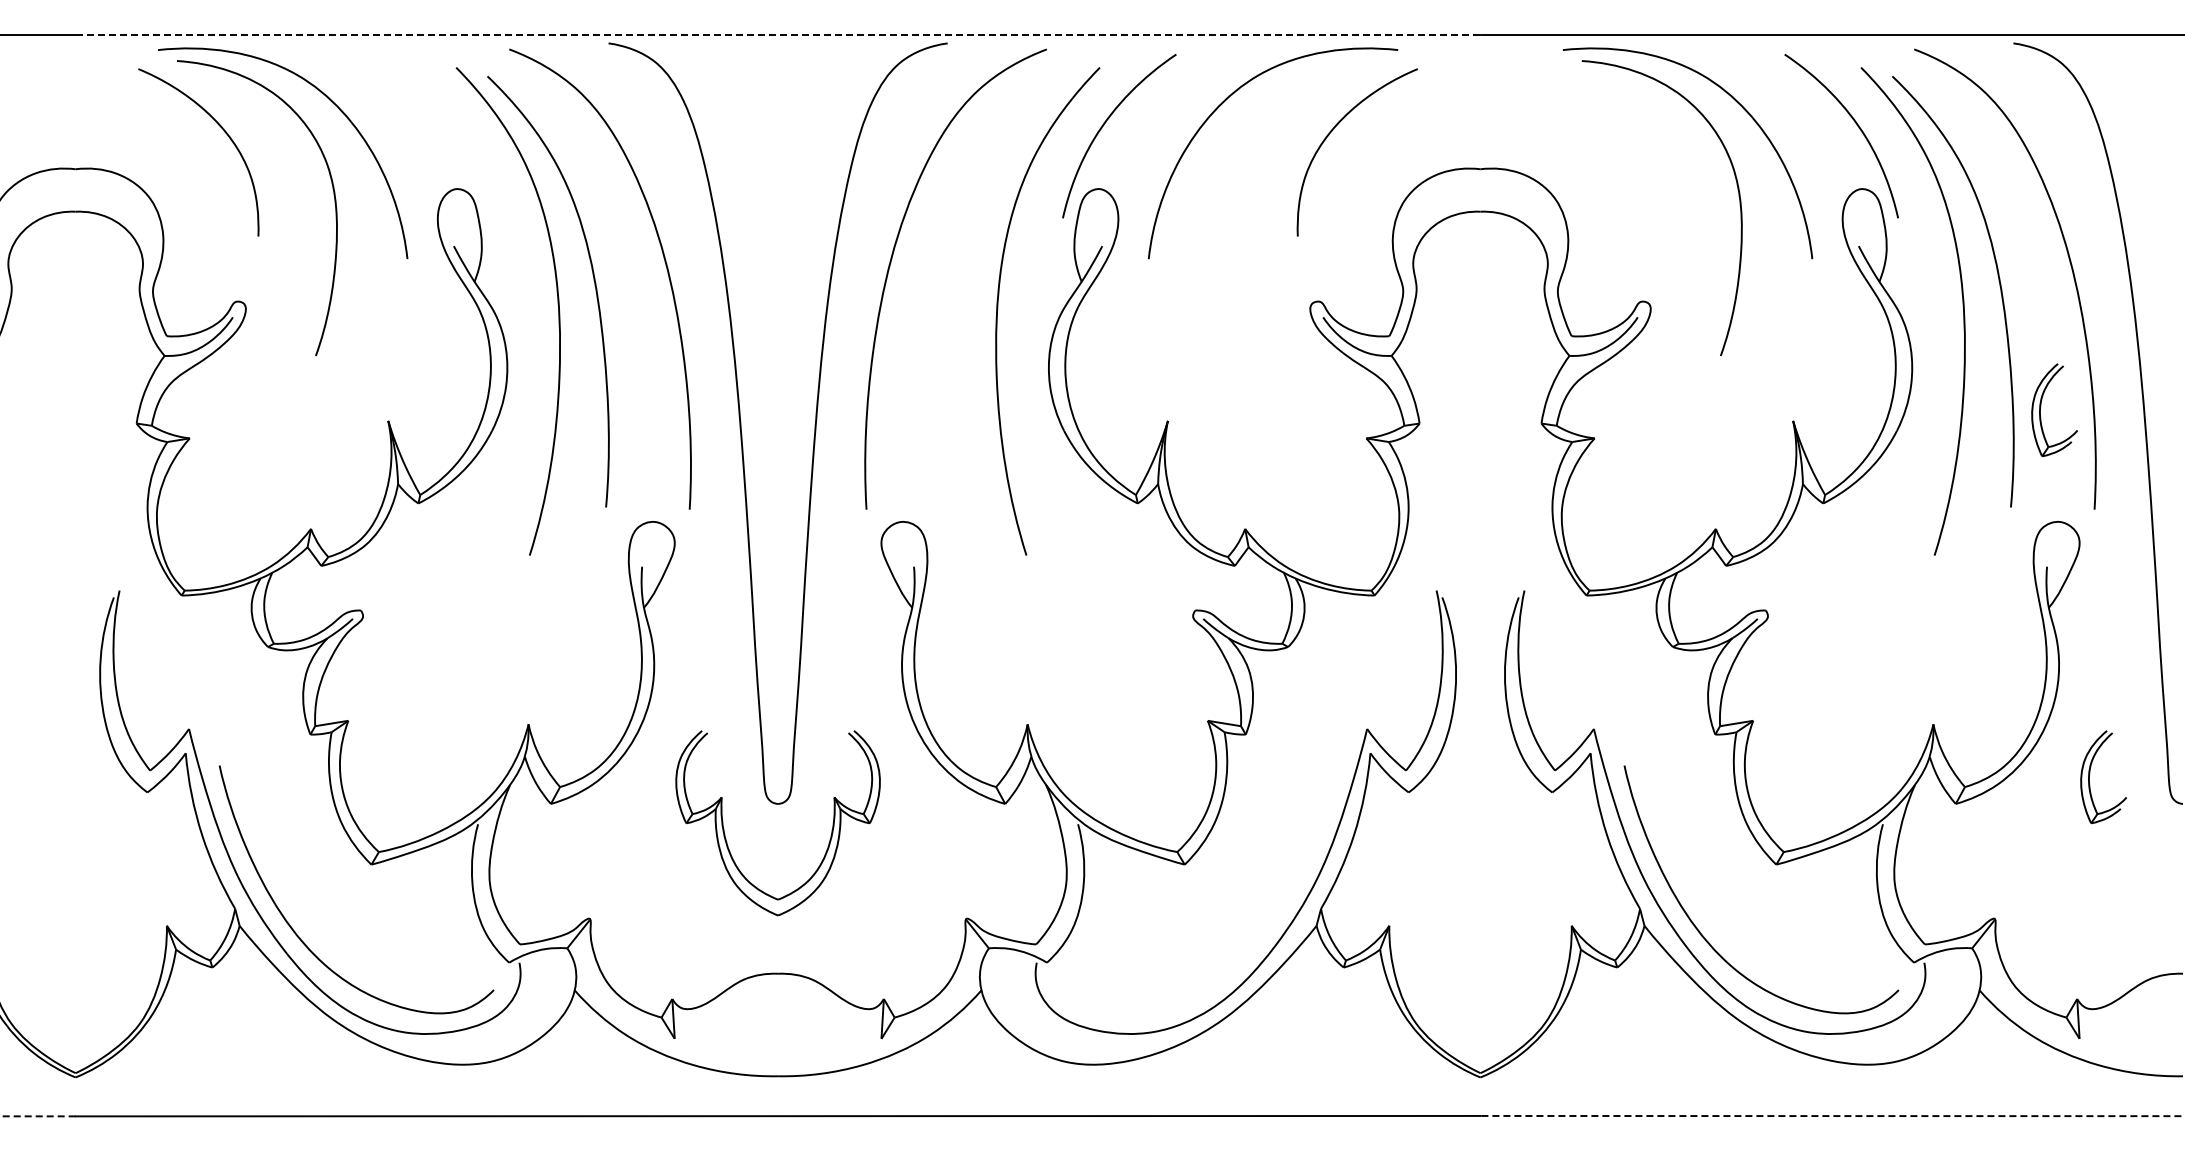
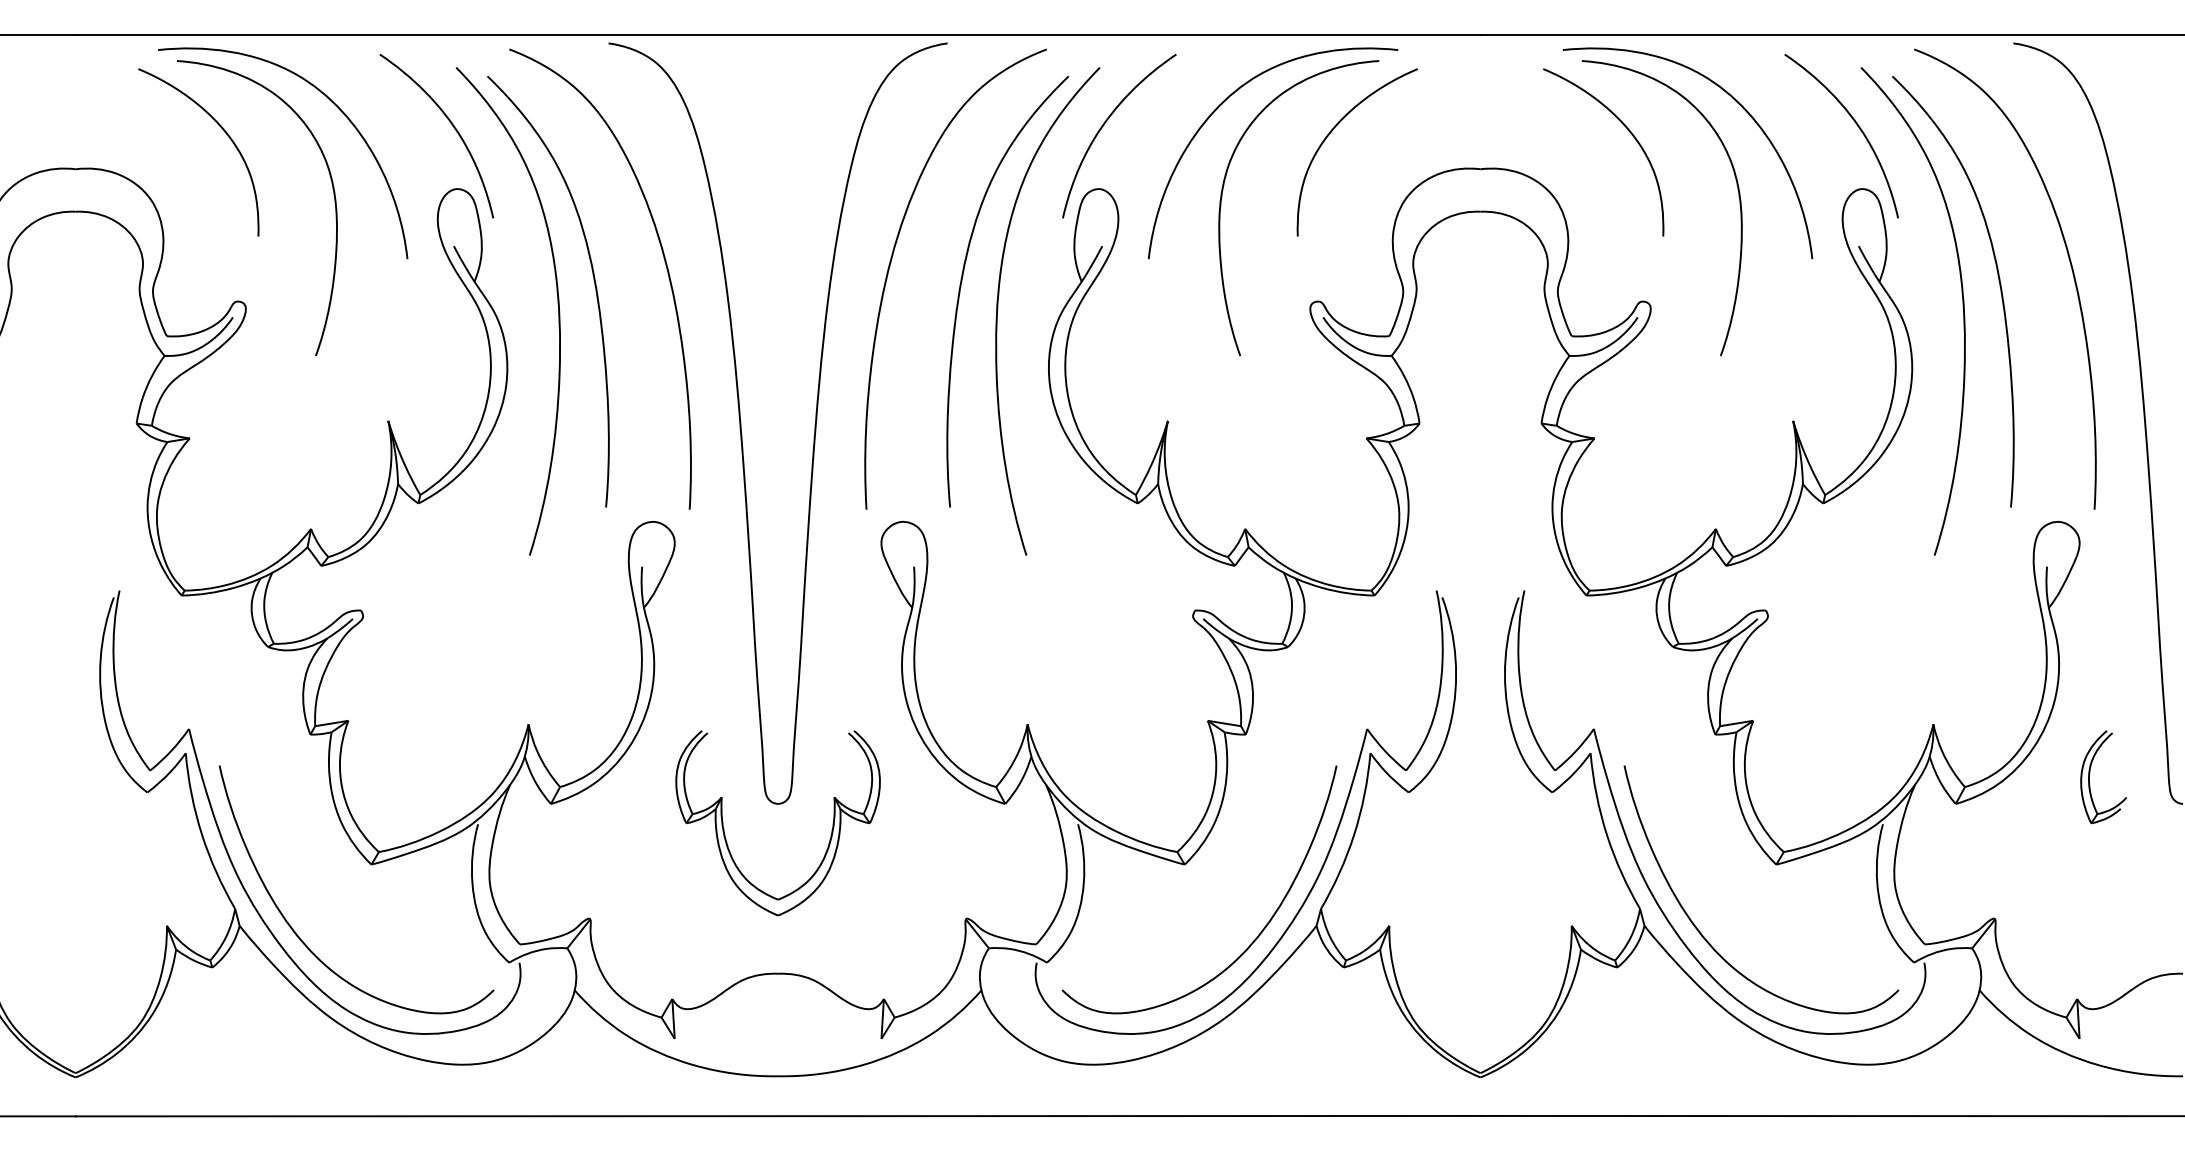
line at (778, 34): dashed -> solid
curve at (452, 126): none -> present
curve at (1628, 131): none -> present
curve at (1222, 197): none -> present
curve at (962, 281): none -> present
part at (2041, 406): present -> none
curve at (1257, 935): none -> present
line at (37, 1116): dashed -> solid
line at (1832, 1116): dashed -> solid
